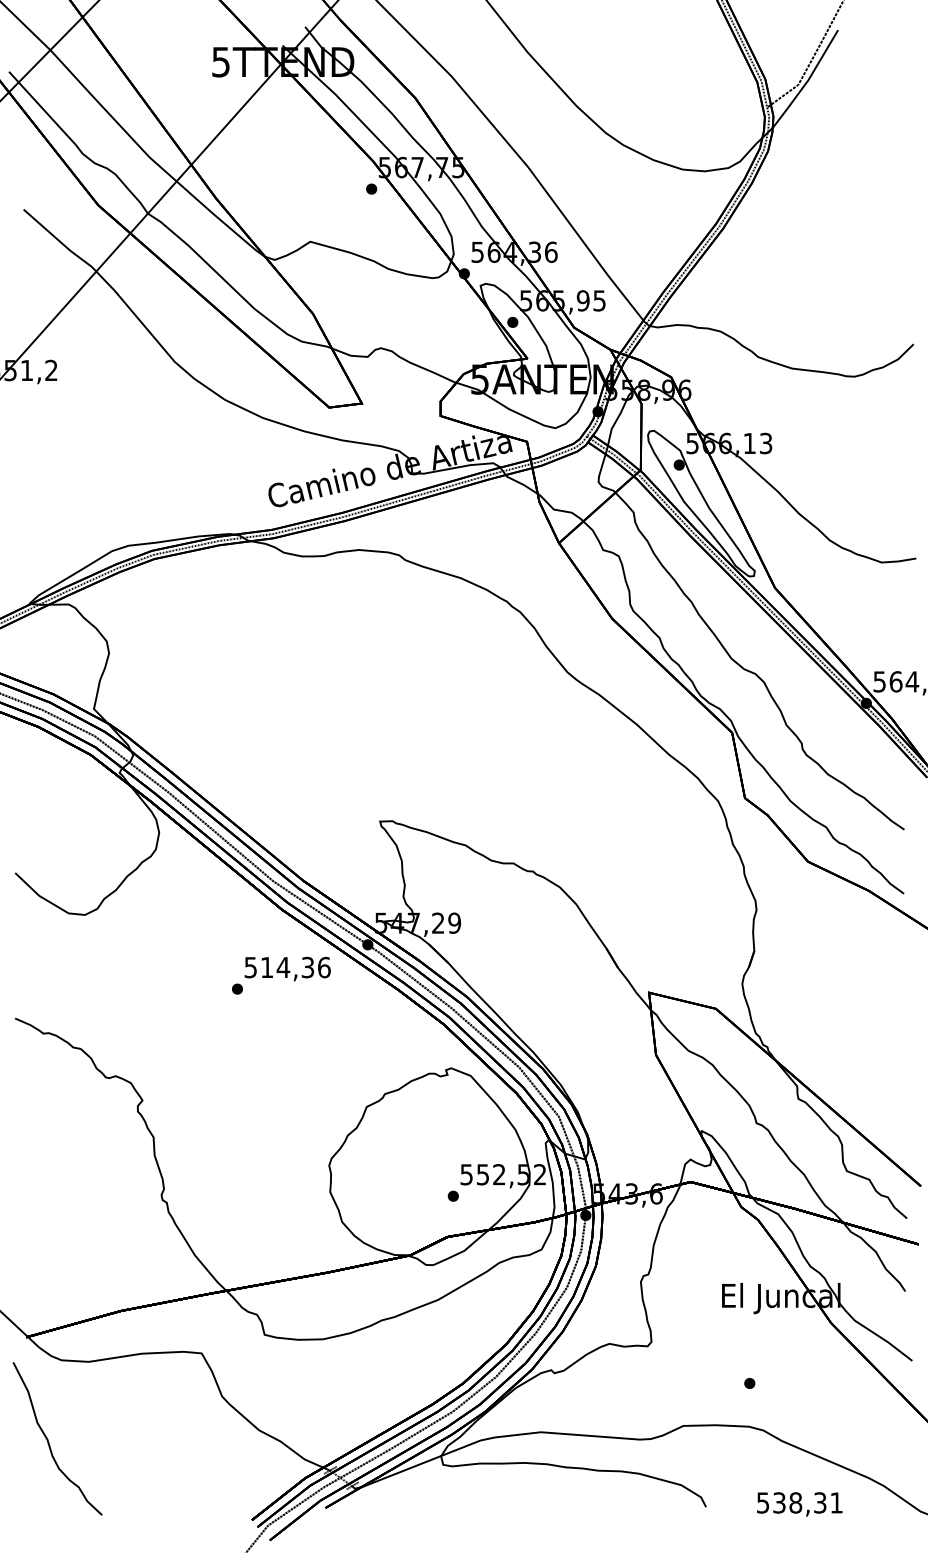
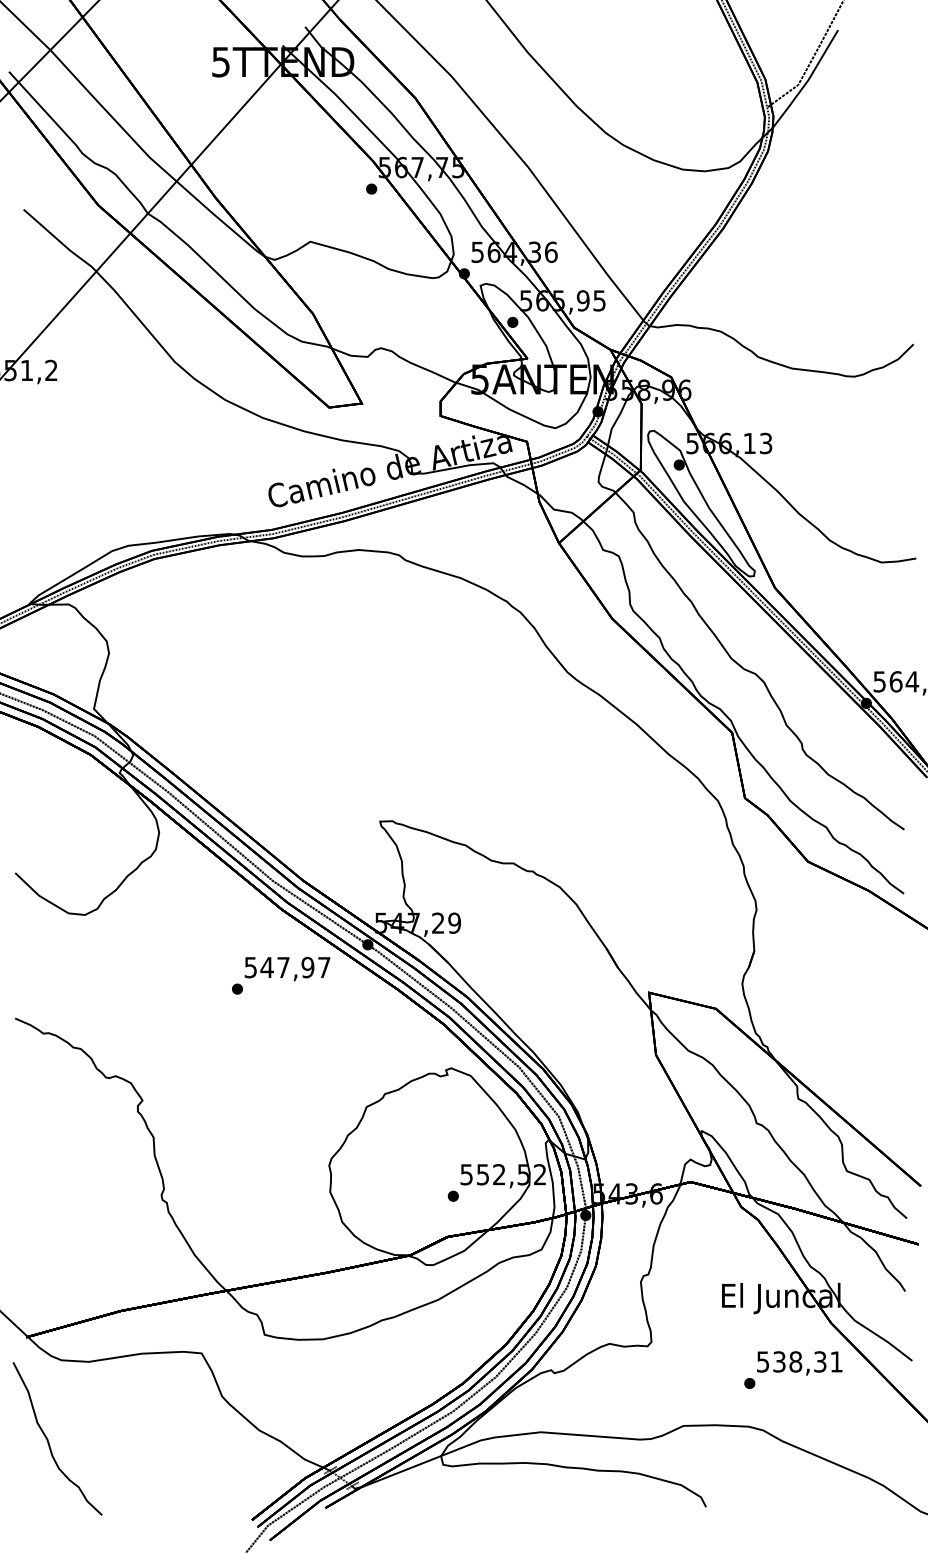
text at (295, 967): 514,36 -> 547,97
text at (799, 1504) position: (799, 1504) -> (799, 1363)
